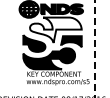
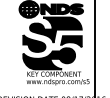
fill at (55, 29): none -> present
line at (94, 49): dashed -> solid
